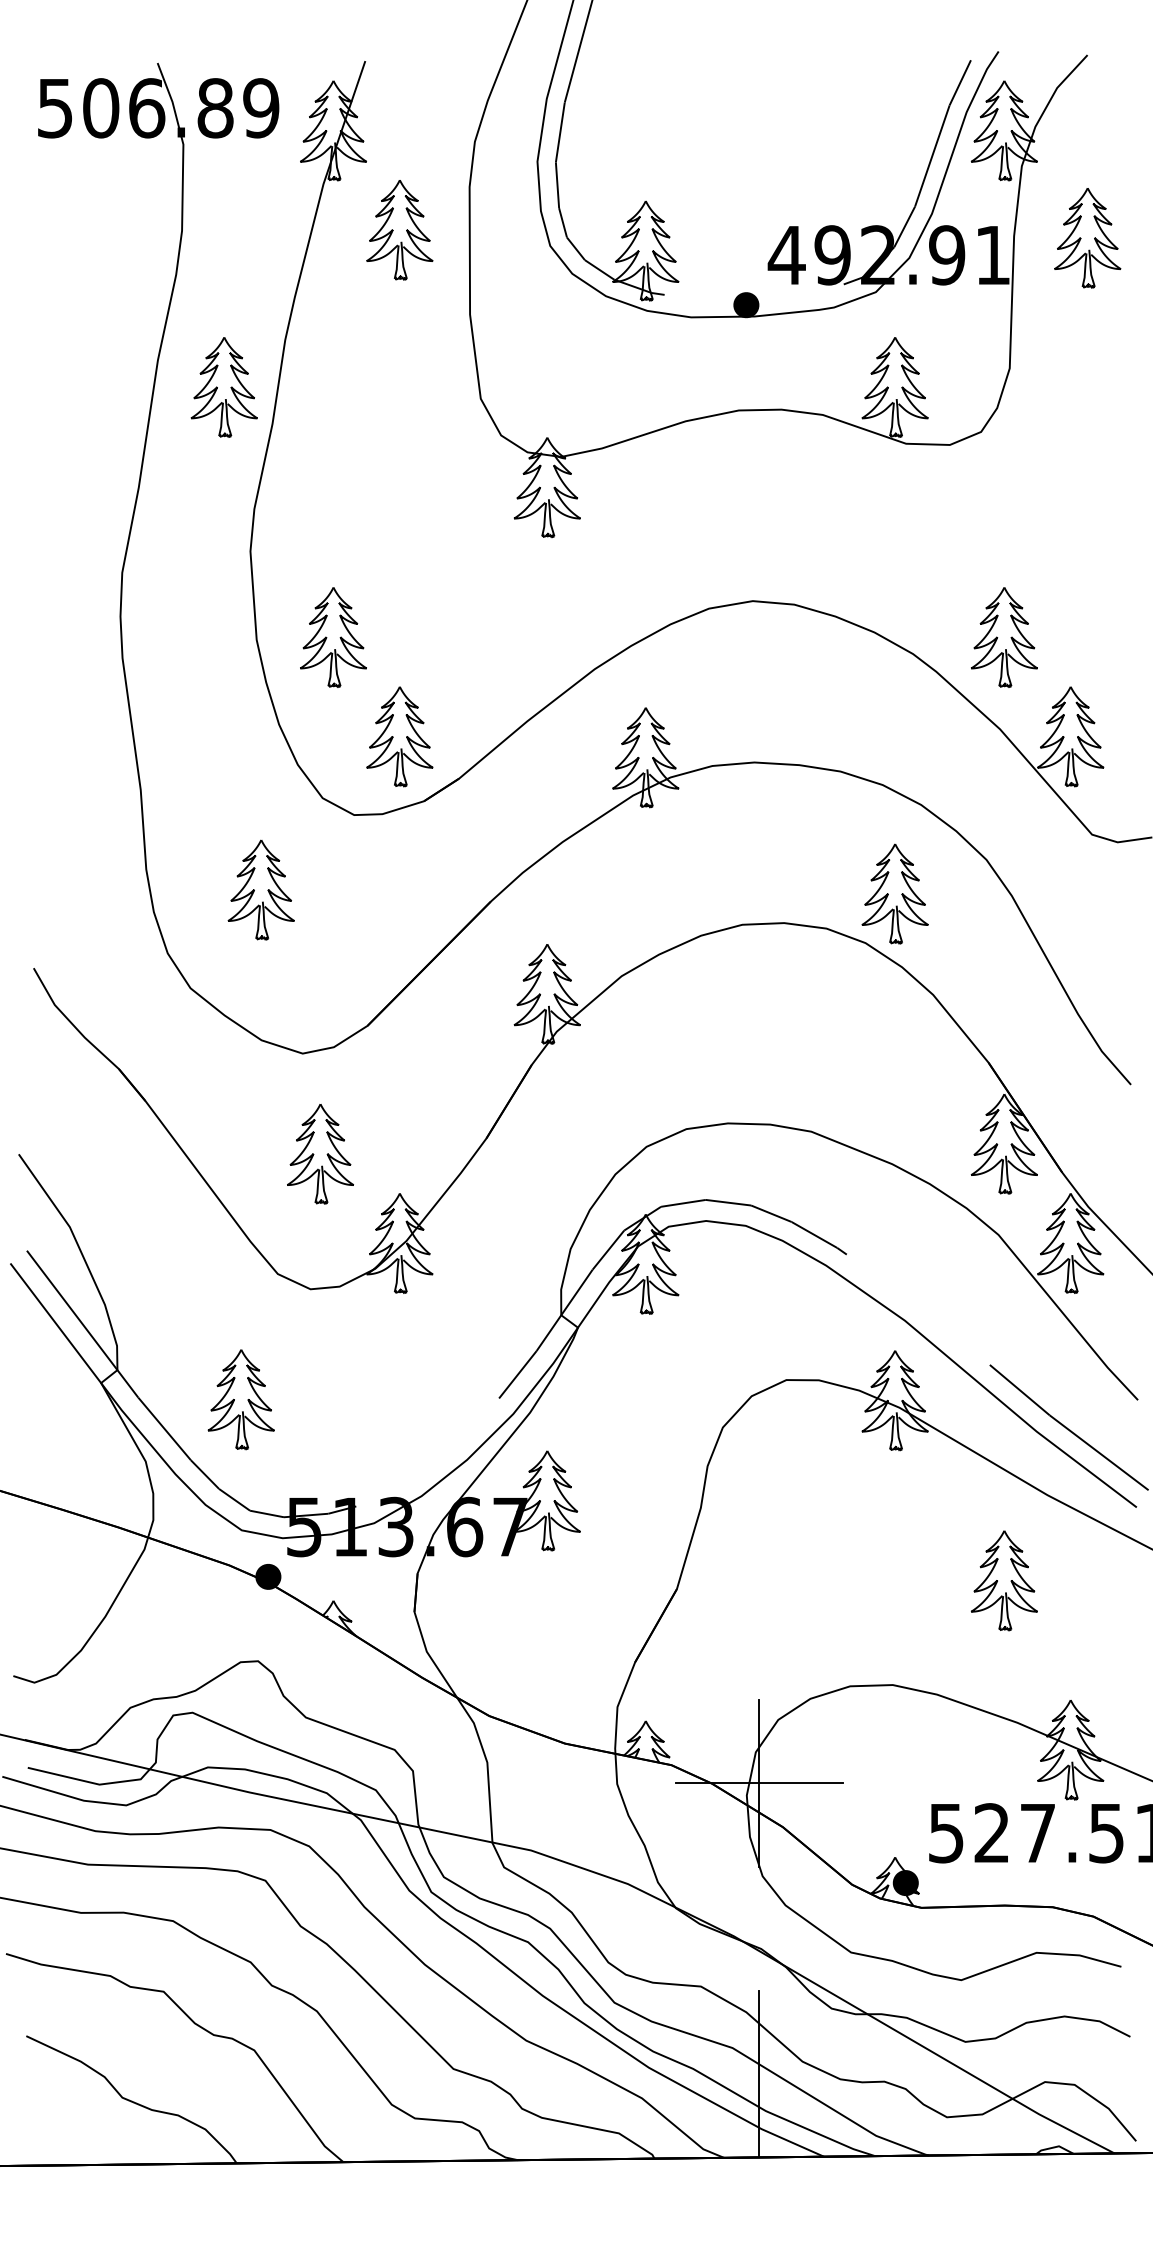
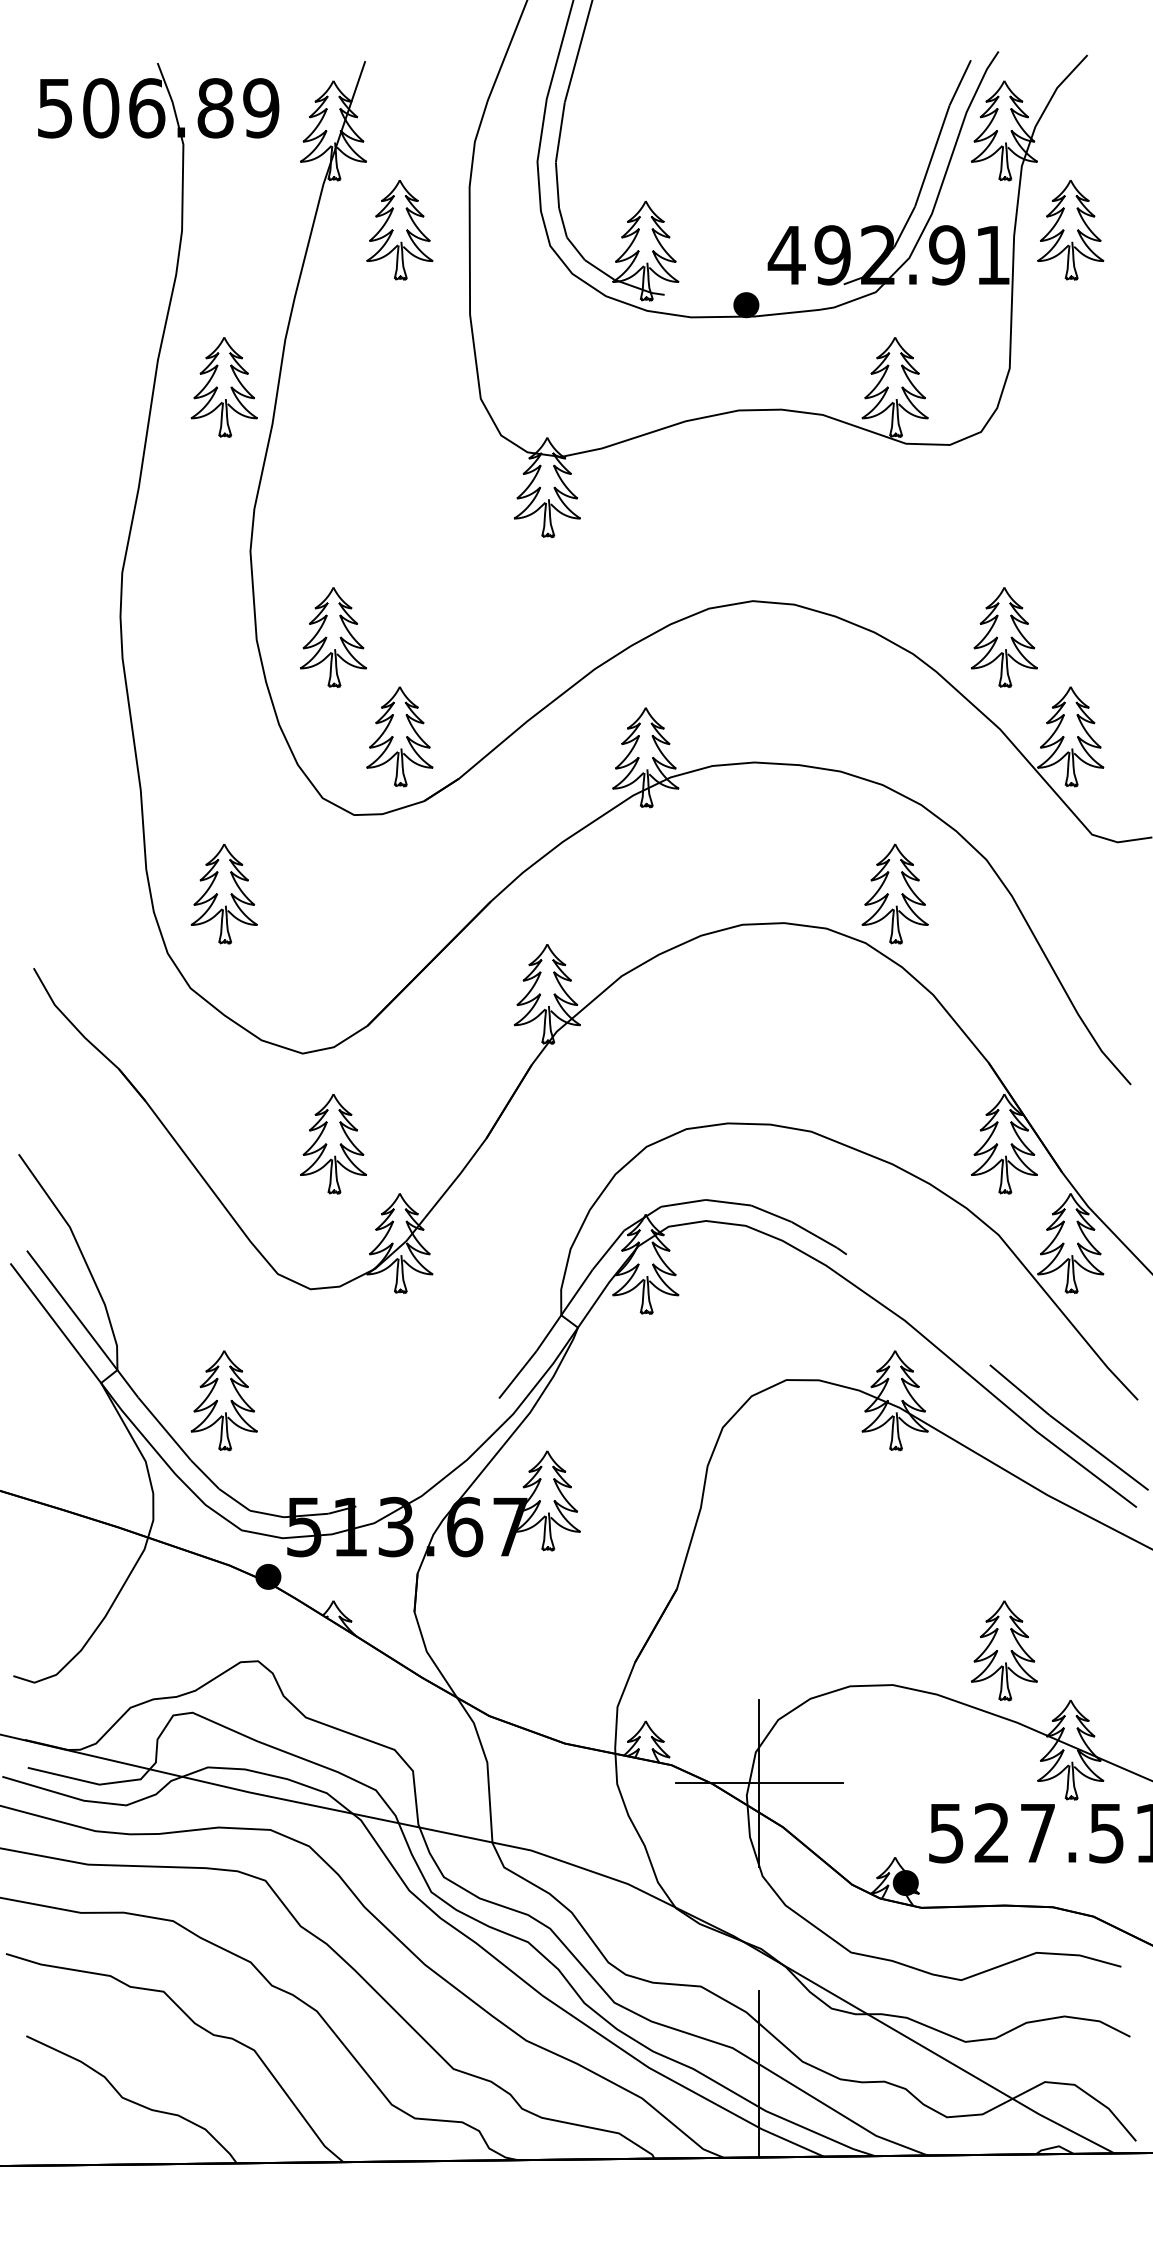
part at (1087, 238) position: (1087, 238) -> (1070, 230)
part at (260, 889) position: (260, 889) -> (223, 893)
part at (320, 1154) position: (320, 1154) -> (333, 1144)
part at (240, 1399) position: (240, 1399) -> (223, 1400)
part at (1003, 1580) position: (1003, 1580) -> (1003, 1650)
